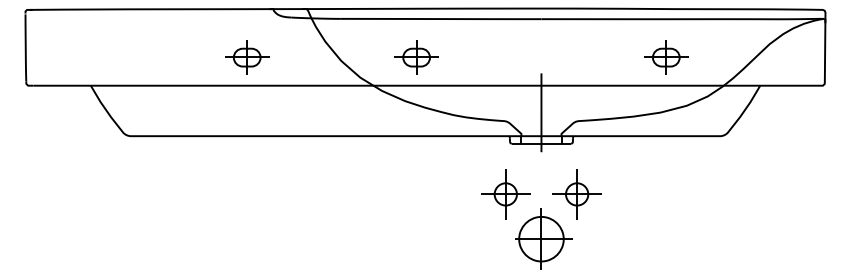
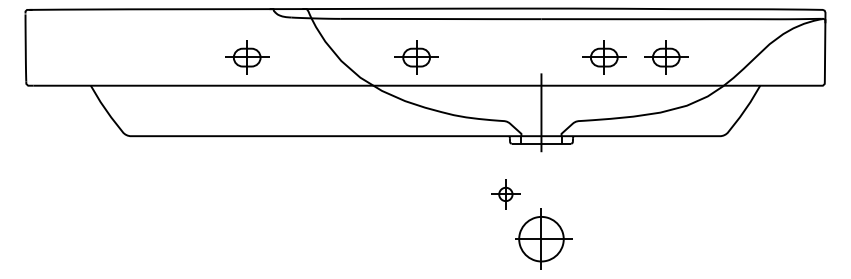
part at (604, 57): none -> present
part at (505, 194) size: 50x51 px -> 30x31 px
part at (576, 194): present -> none
